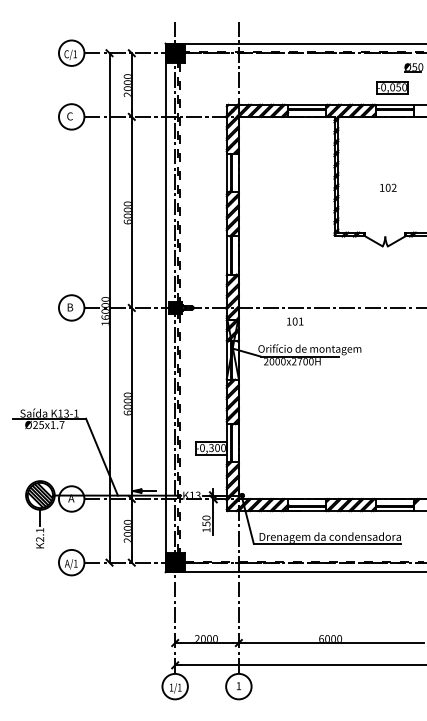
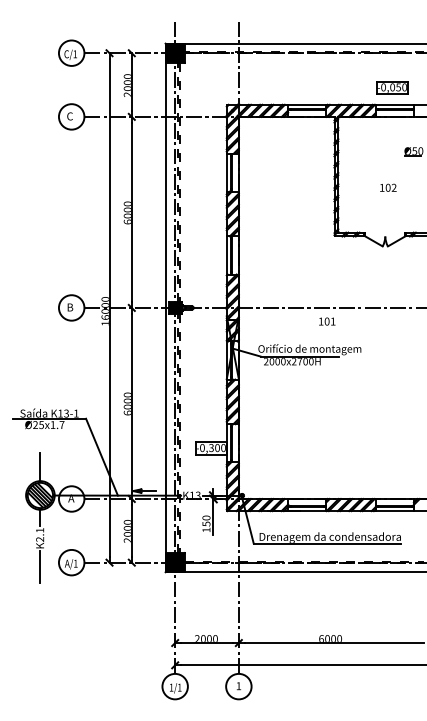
part at (413, 67) position: (413, 67) -> (413, 151)
text at (295, 321) position: (295, 321) -> (327, 321)
line at (40, 466): none -> present
line at (40, 566): none -> present
